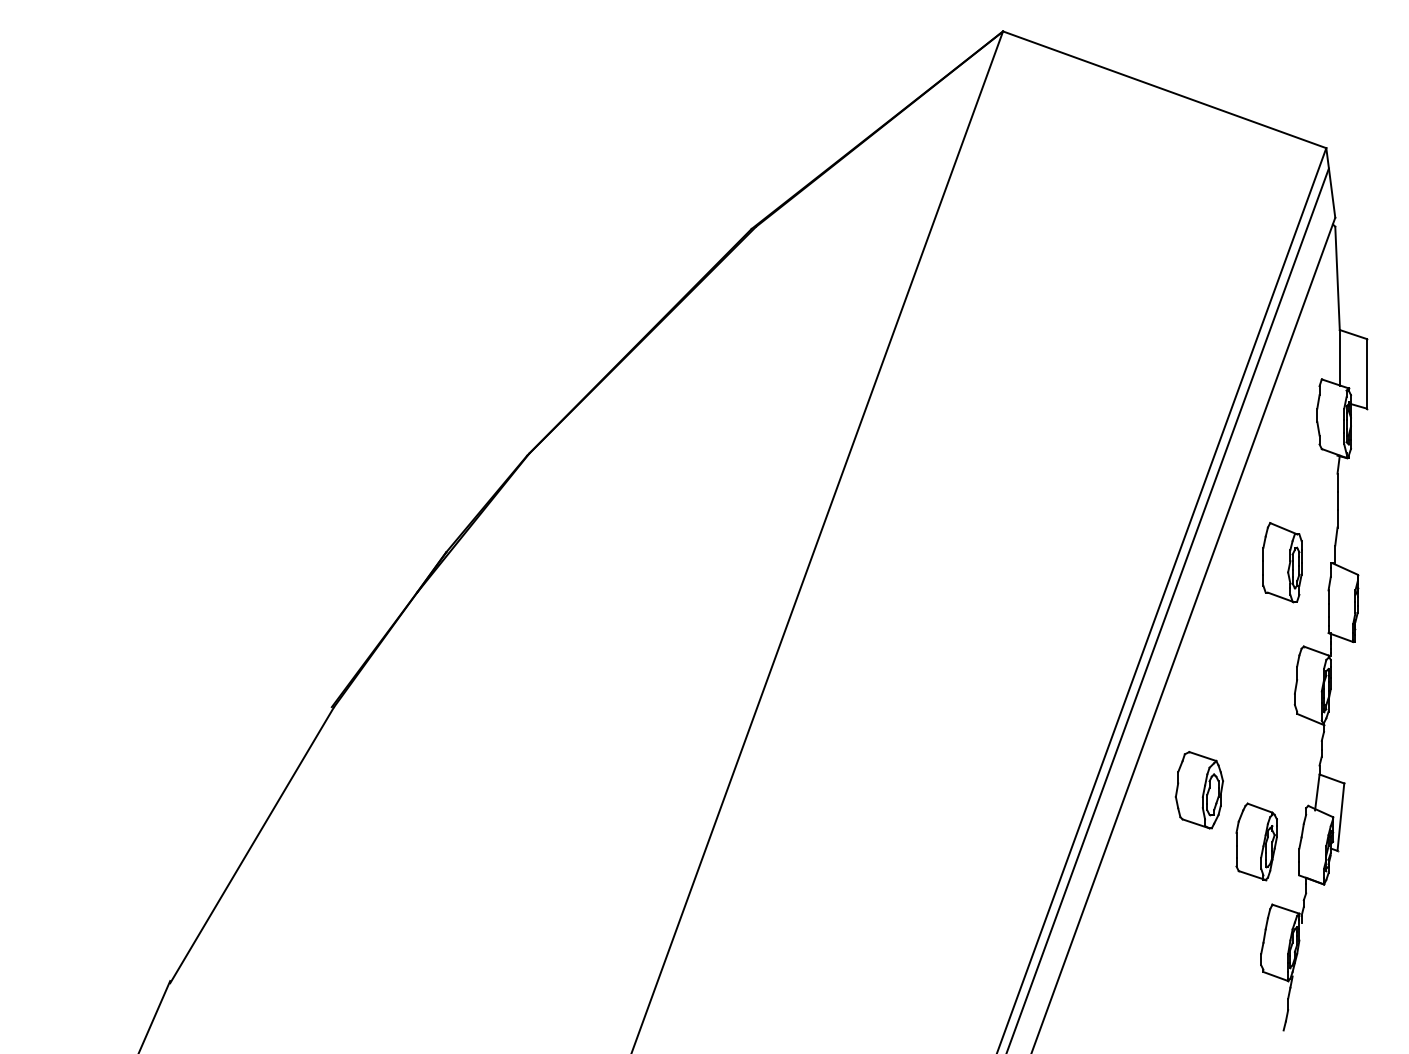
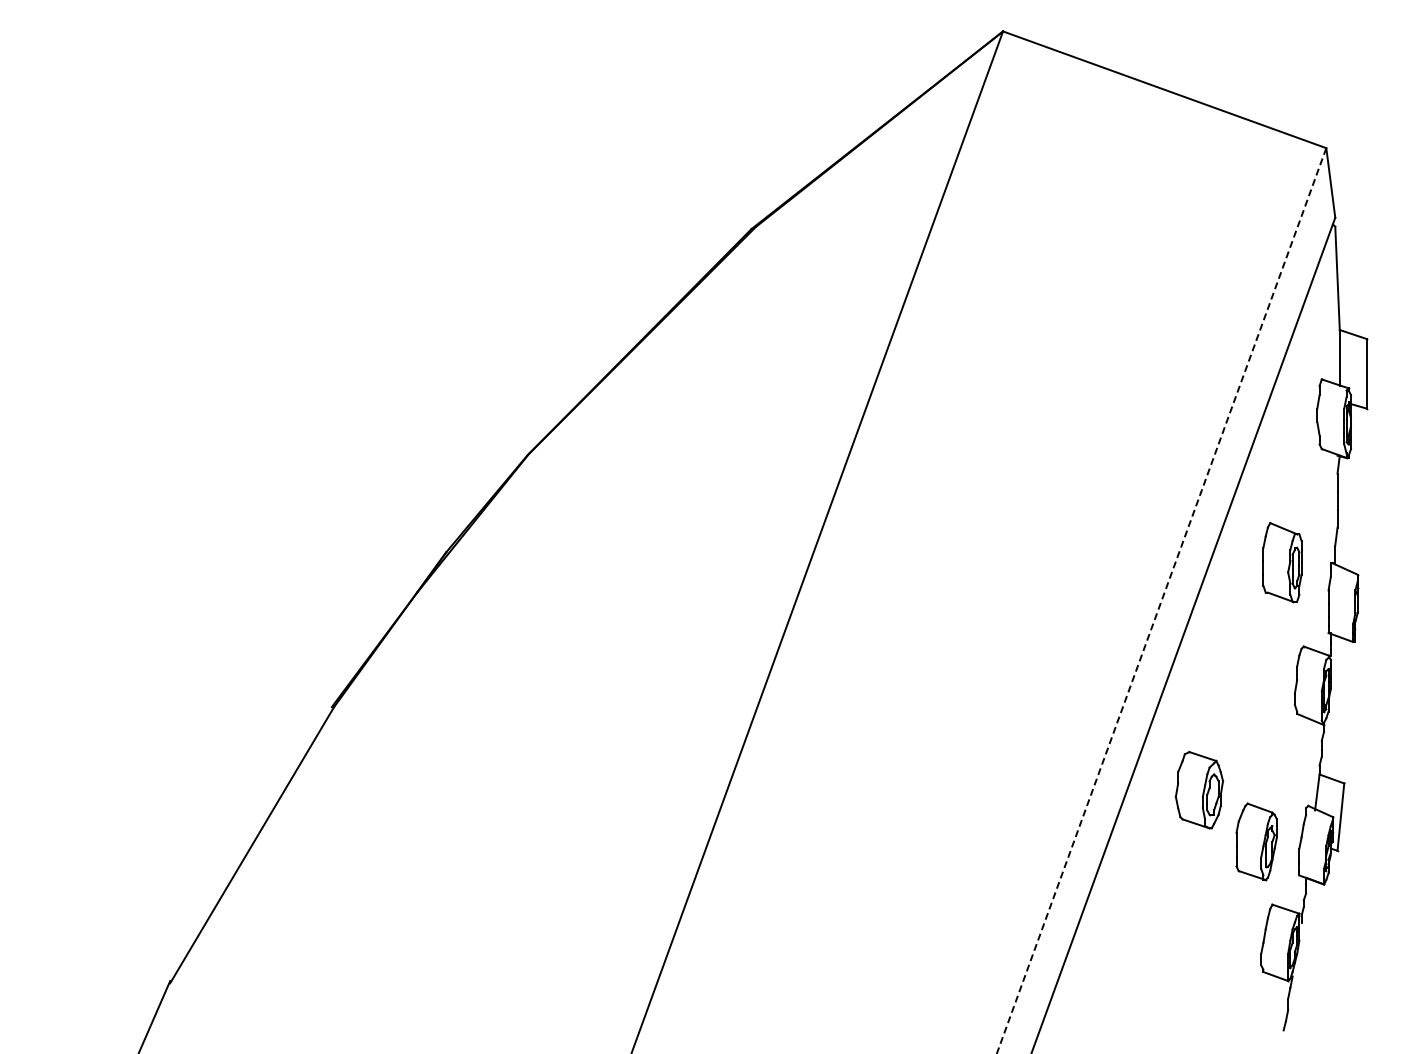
line at (1161, 601): solid -> dashed
line at (1167, 609): present -> none
